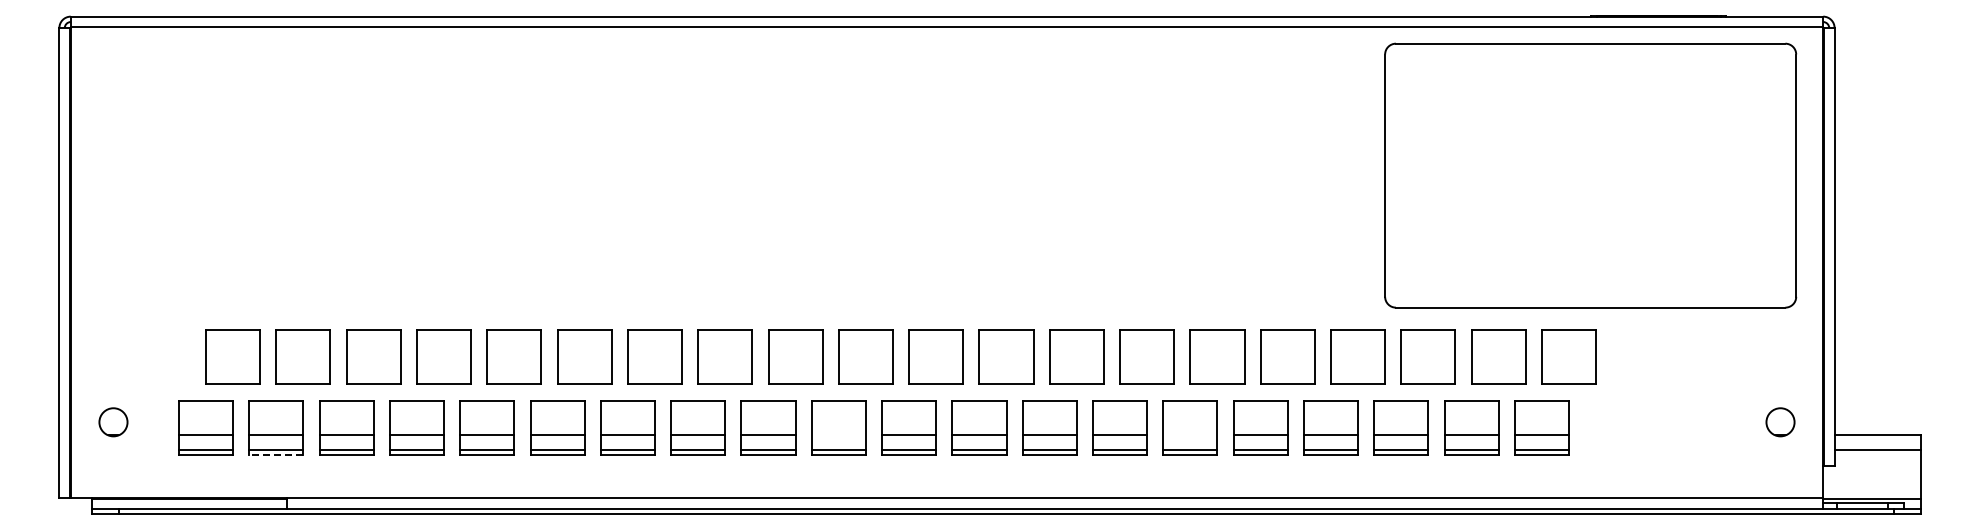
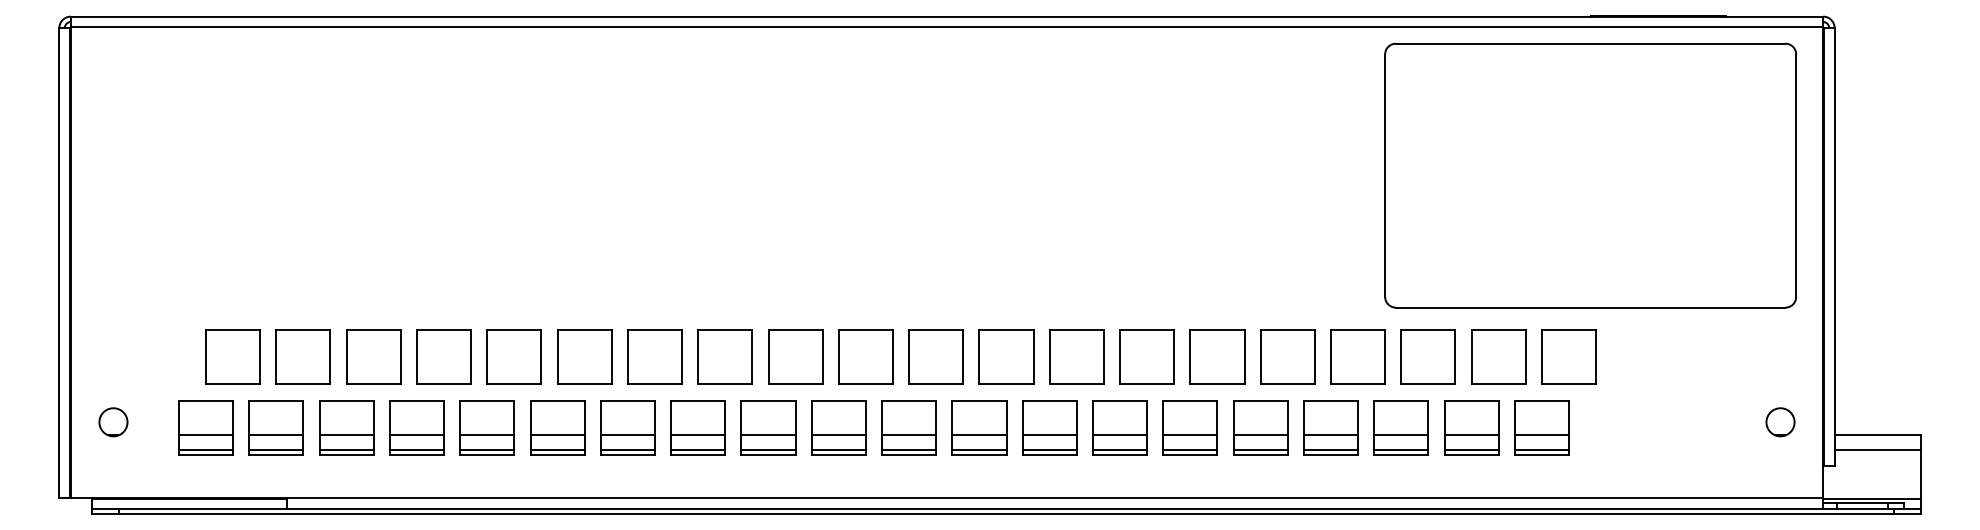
line at (838, 434): none -> present
line at (1190, 434): none -> present
line at (275, 454): dashed -> solid
